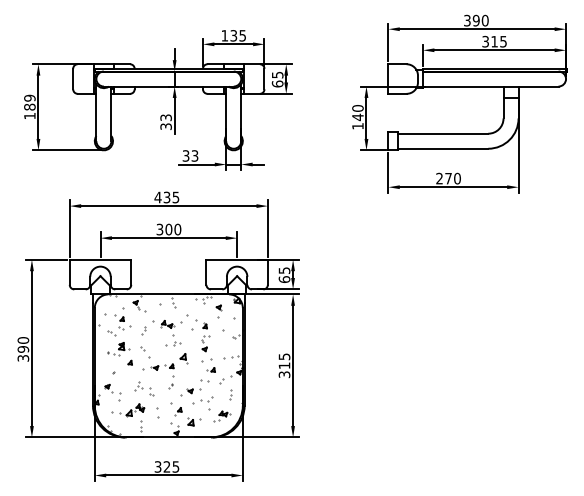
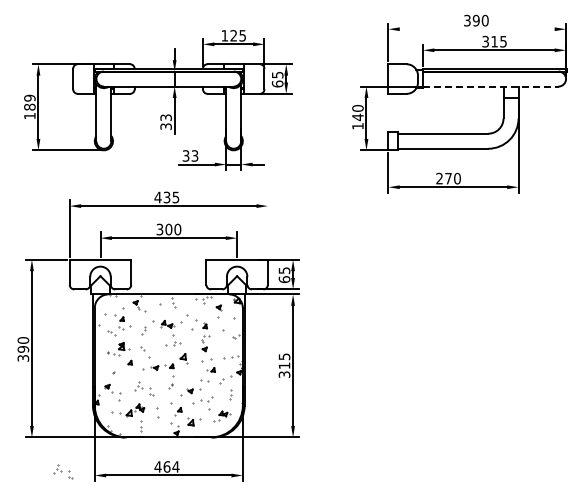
line at (476, 29): present -> none
text at (233, 35): 135 -> 125
line at (490, 86): solid -> dashed
line at (267, 228): present -> none
text at (166, 466): 325 -> 464
part at (63, 471): none -> present
